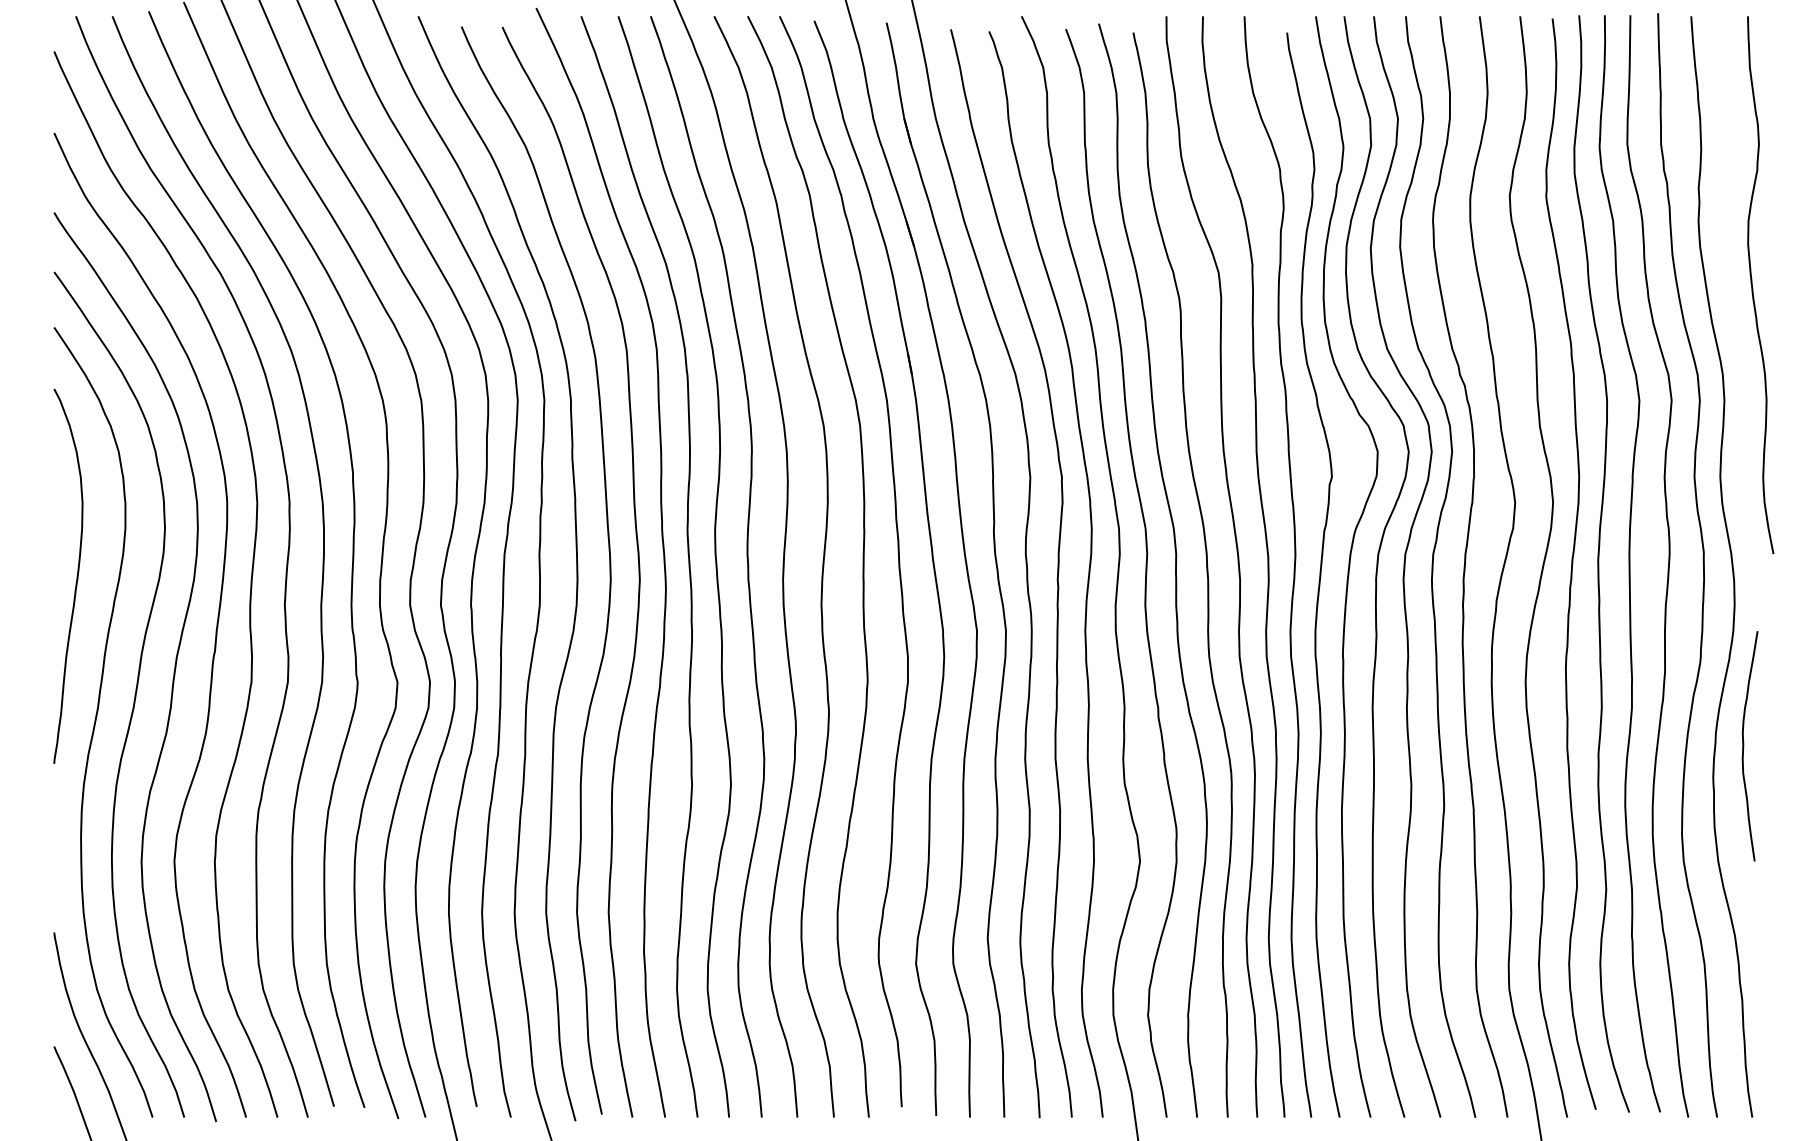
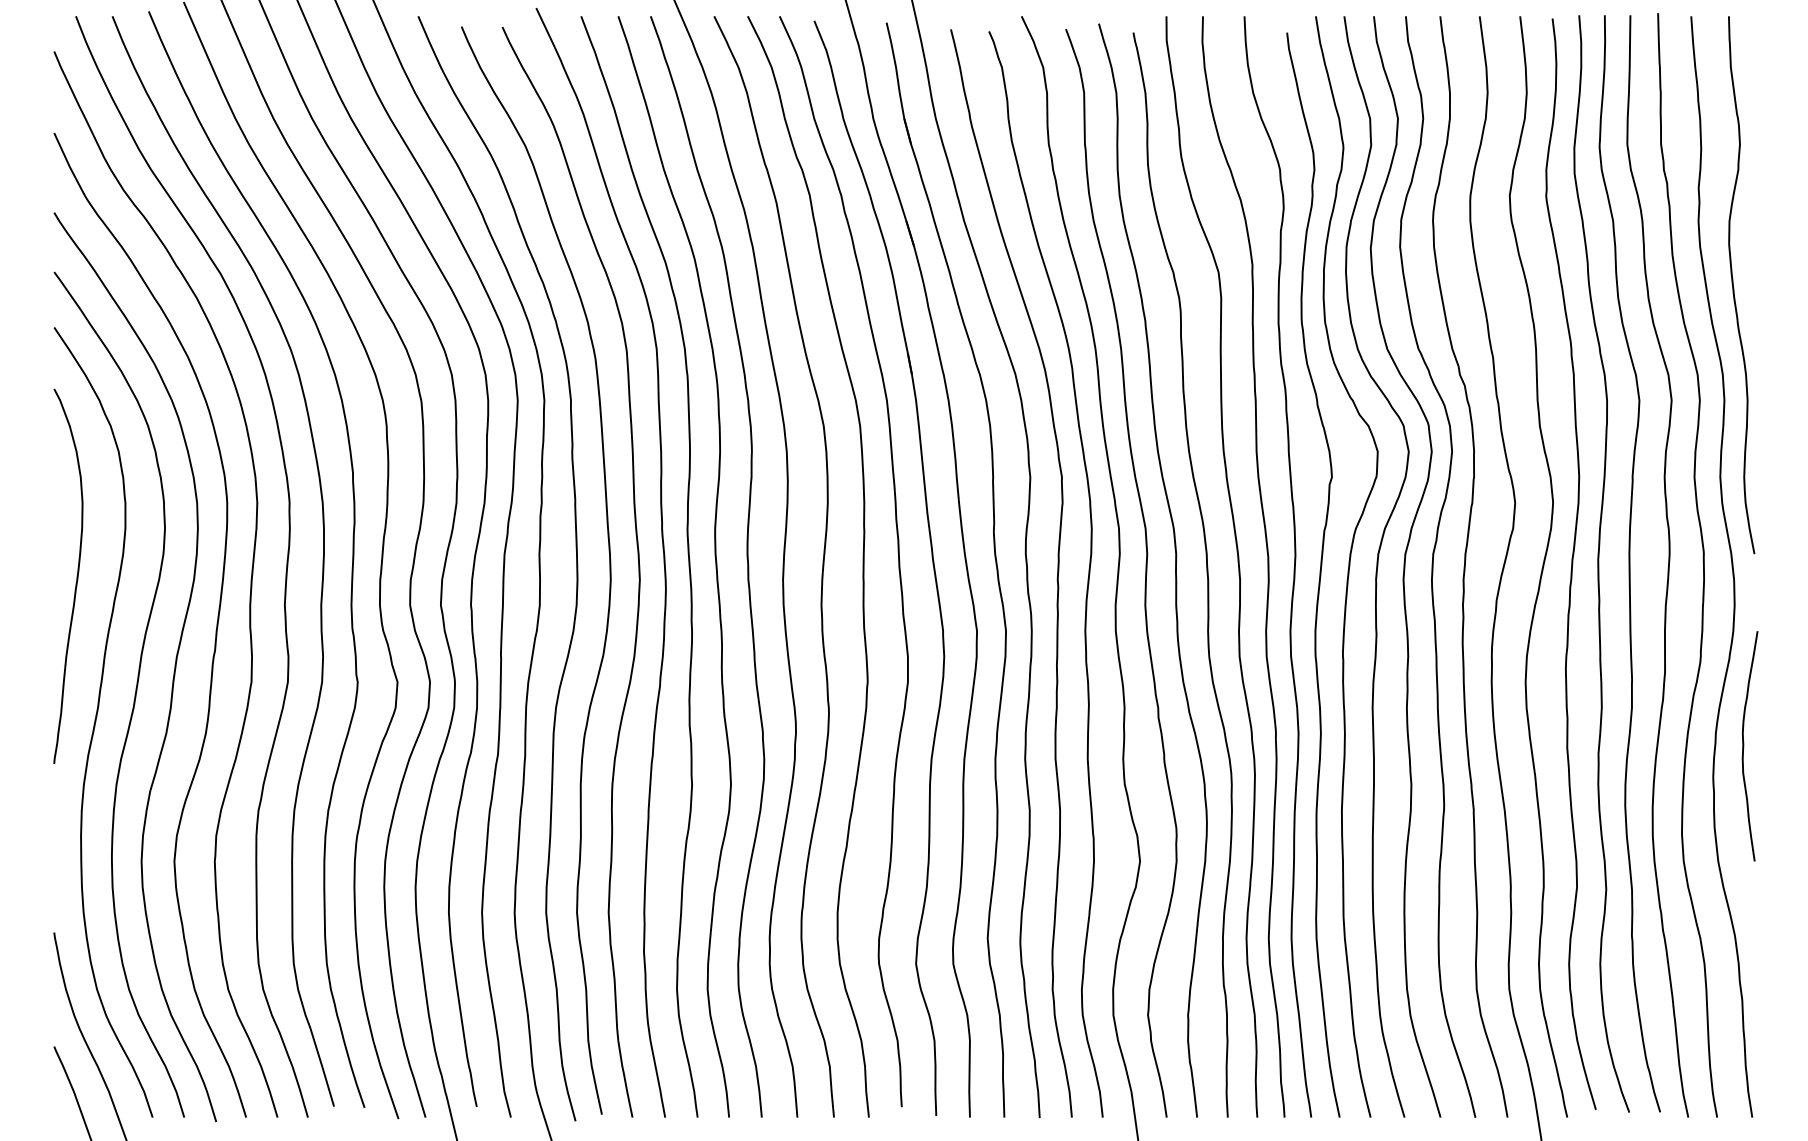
curve at (1753, 288) position: (1753, 288) -> (1734, 288)
